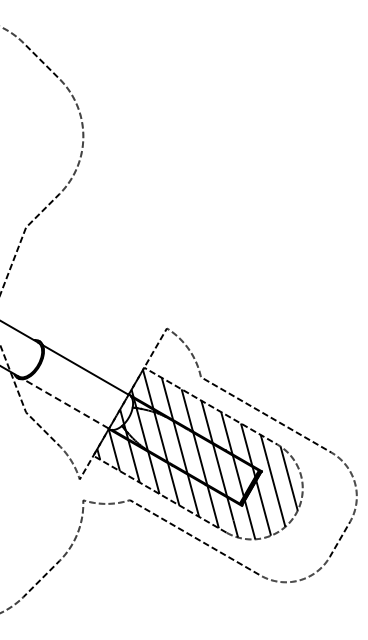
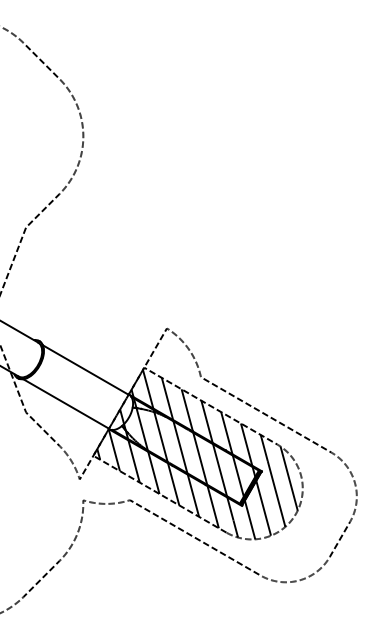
line at (65, 403): dashed -> solid
